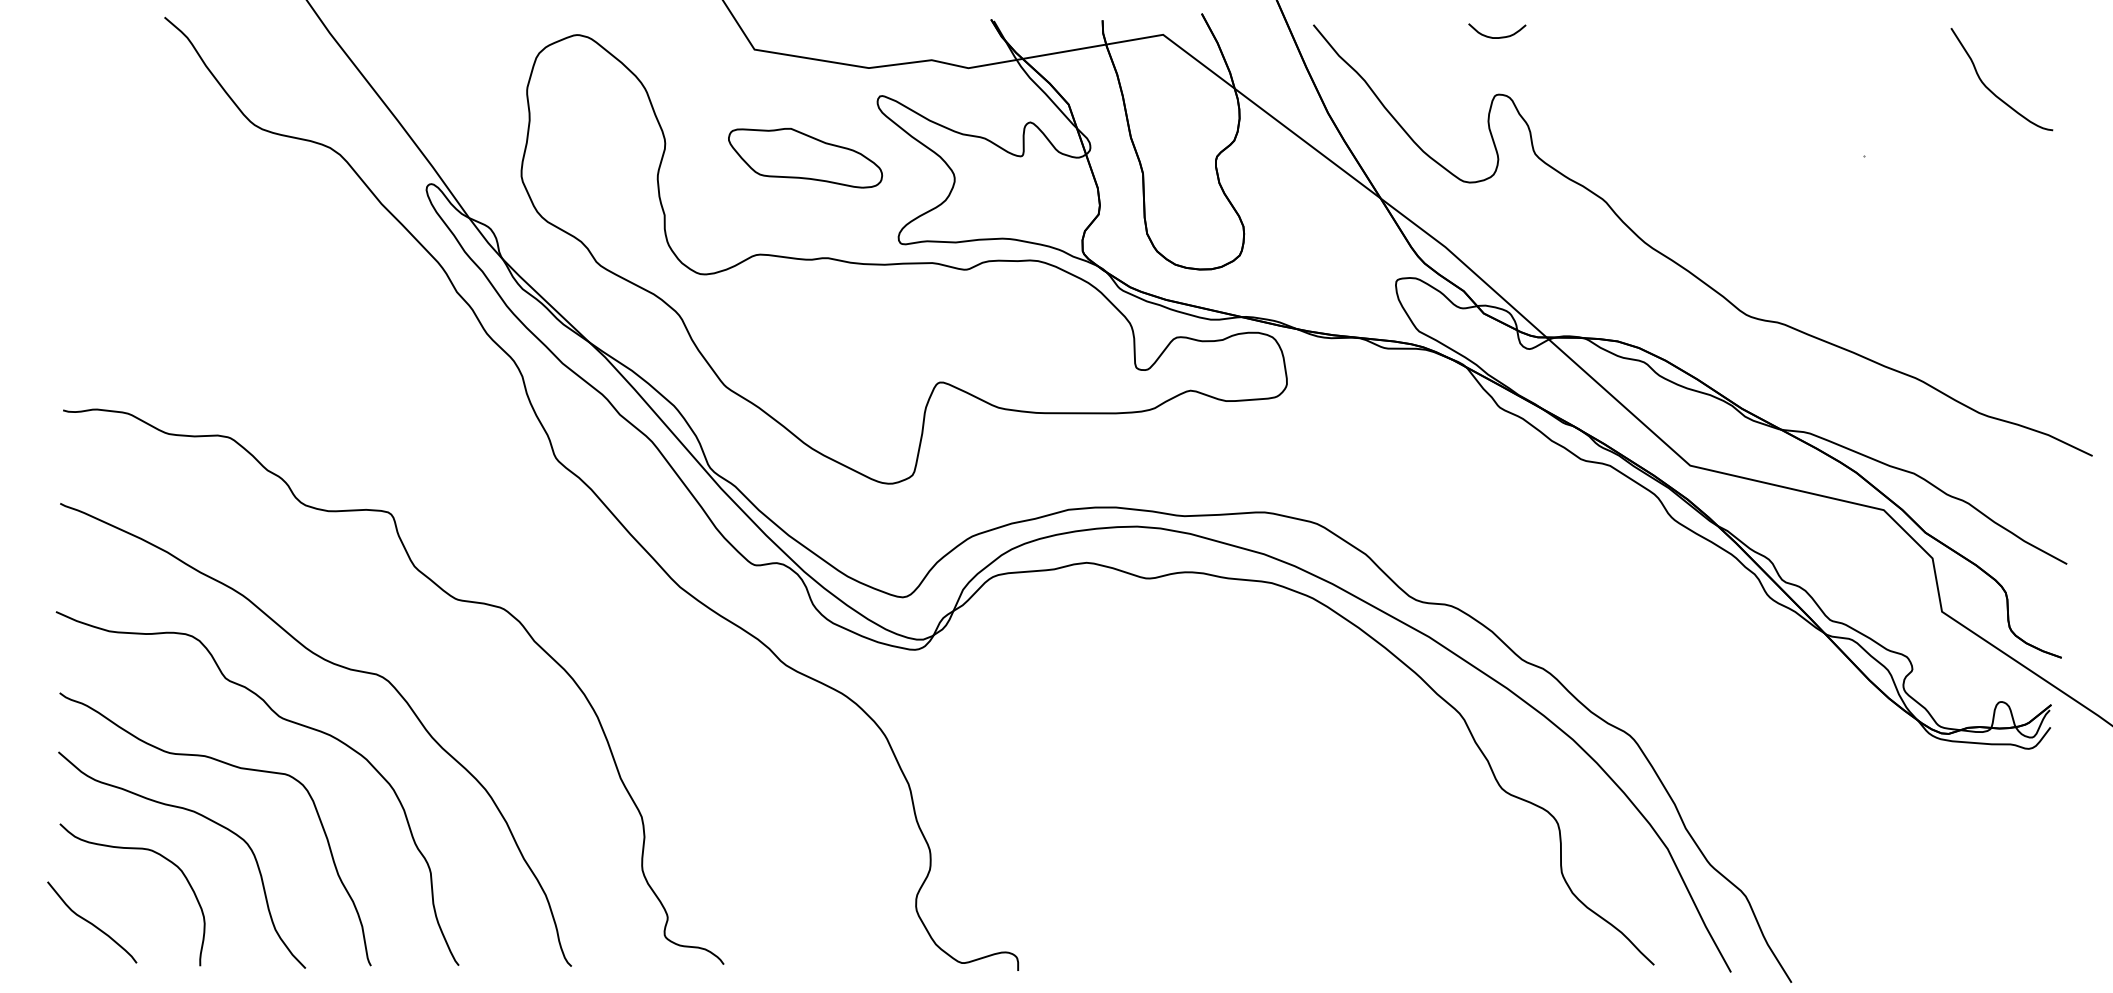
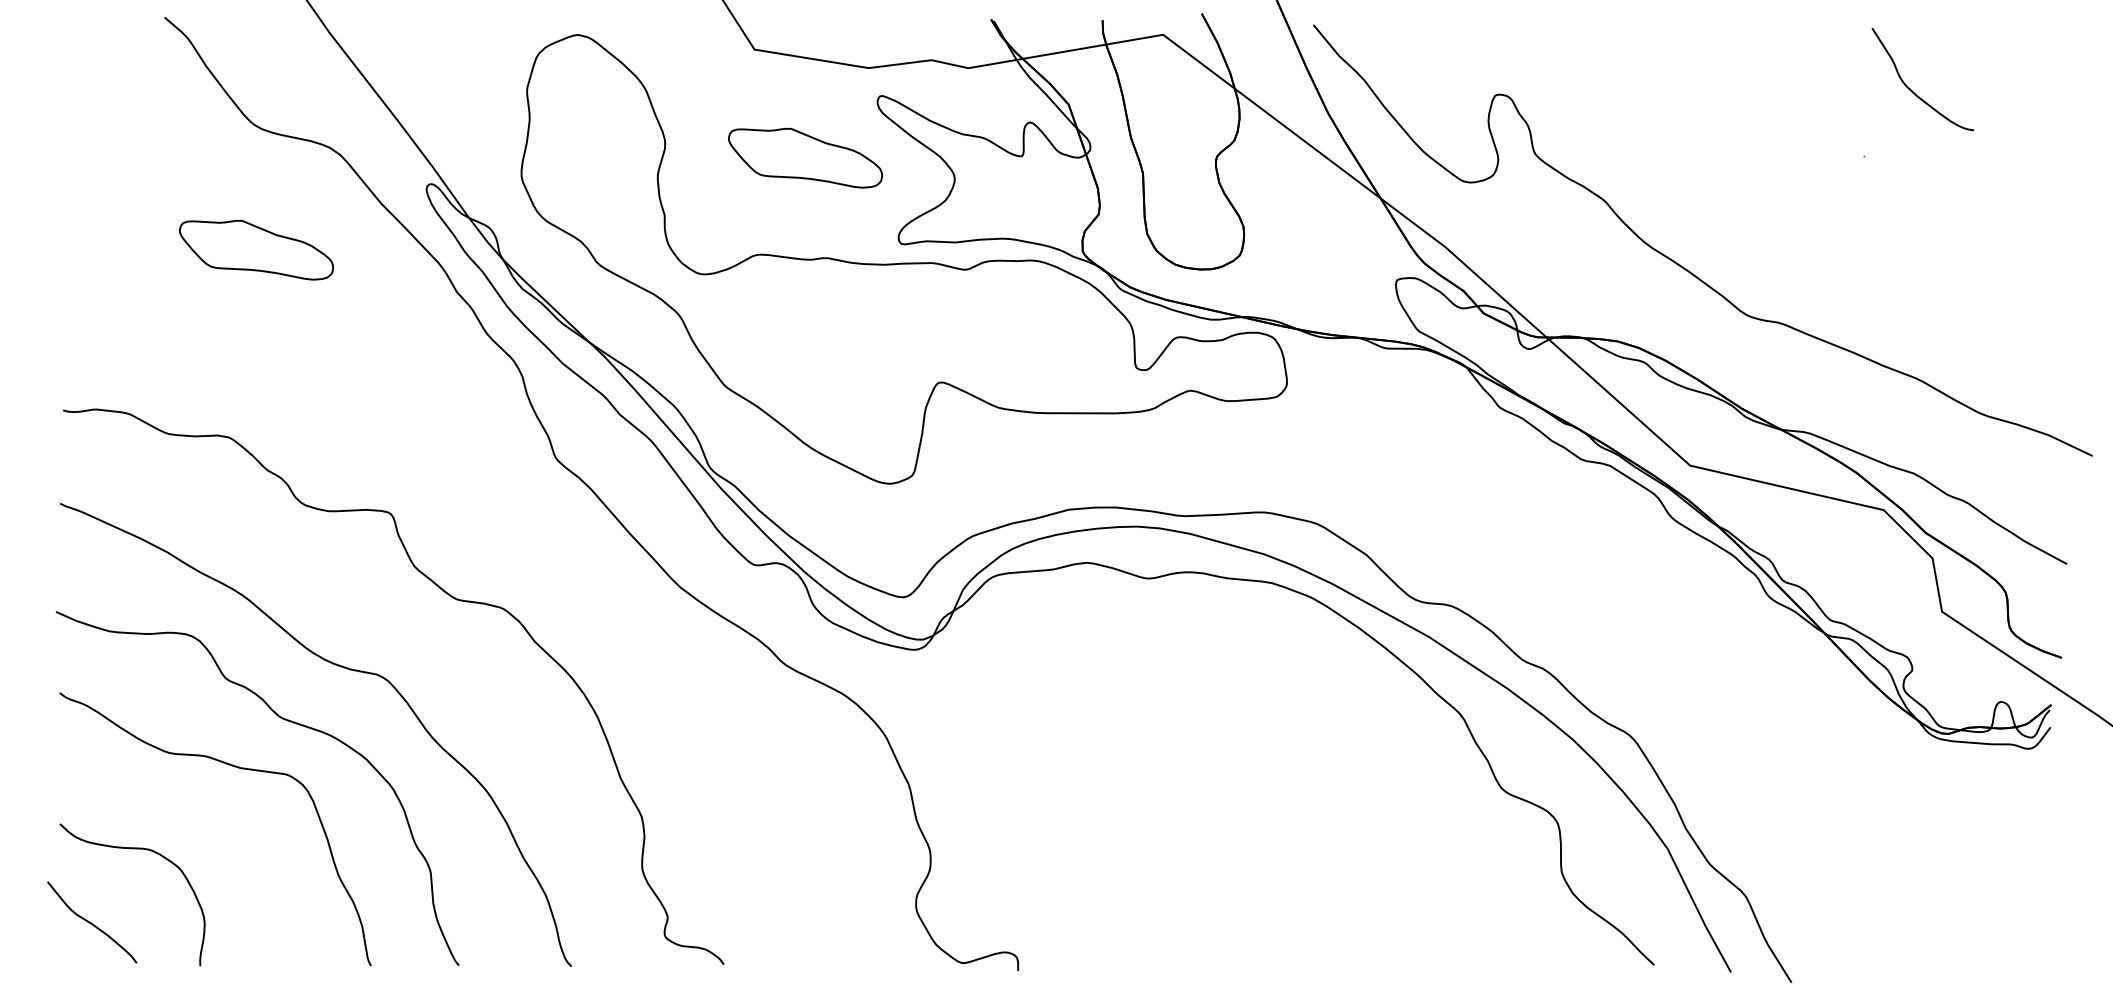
curve at (1500, 36): present -> none
curve at (1990, 89) position: (1990, 89) -> (1911, 89)
part at (256, 249): none -> present
curve at (203, 817): present -> none
